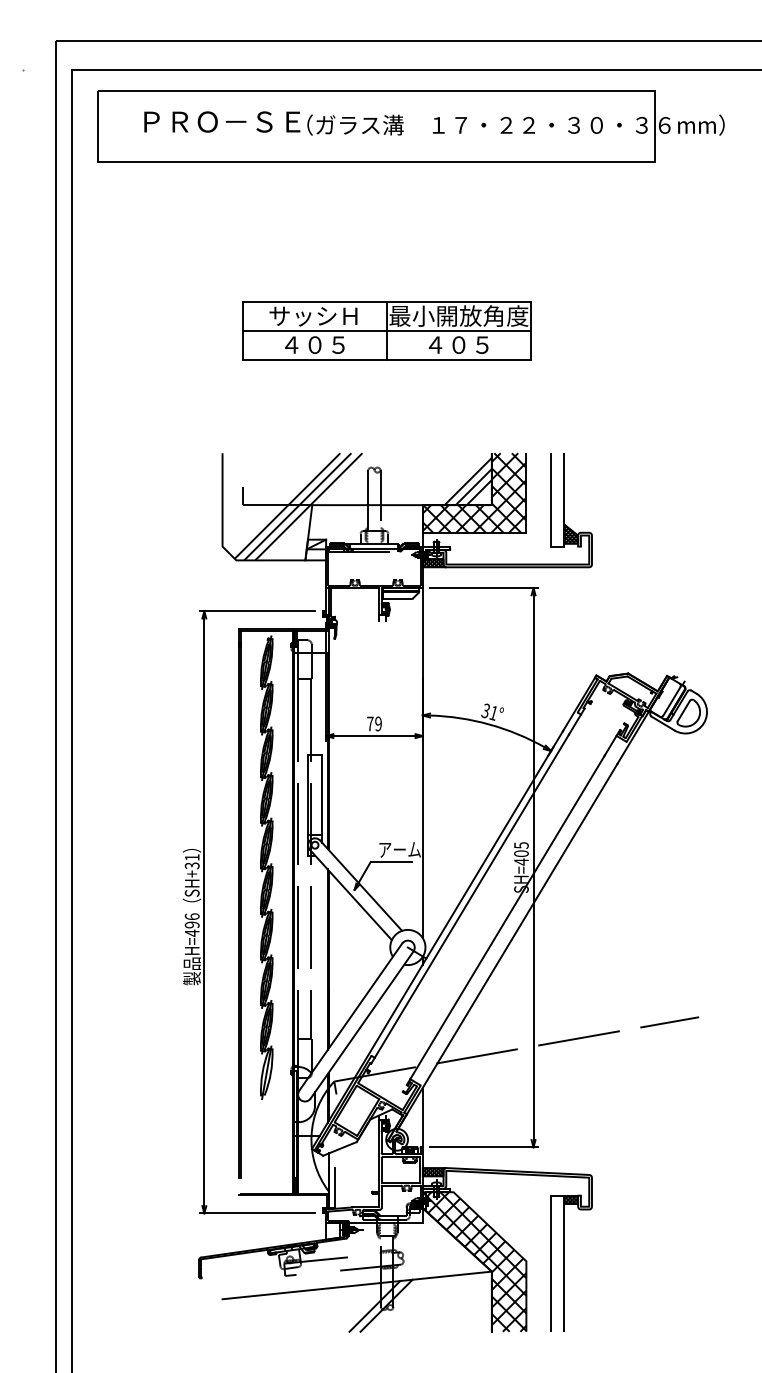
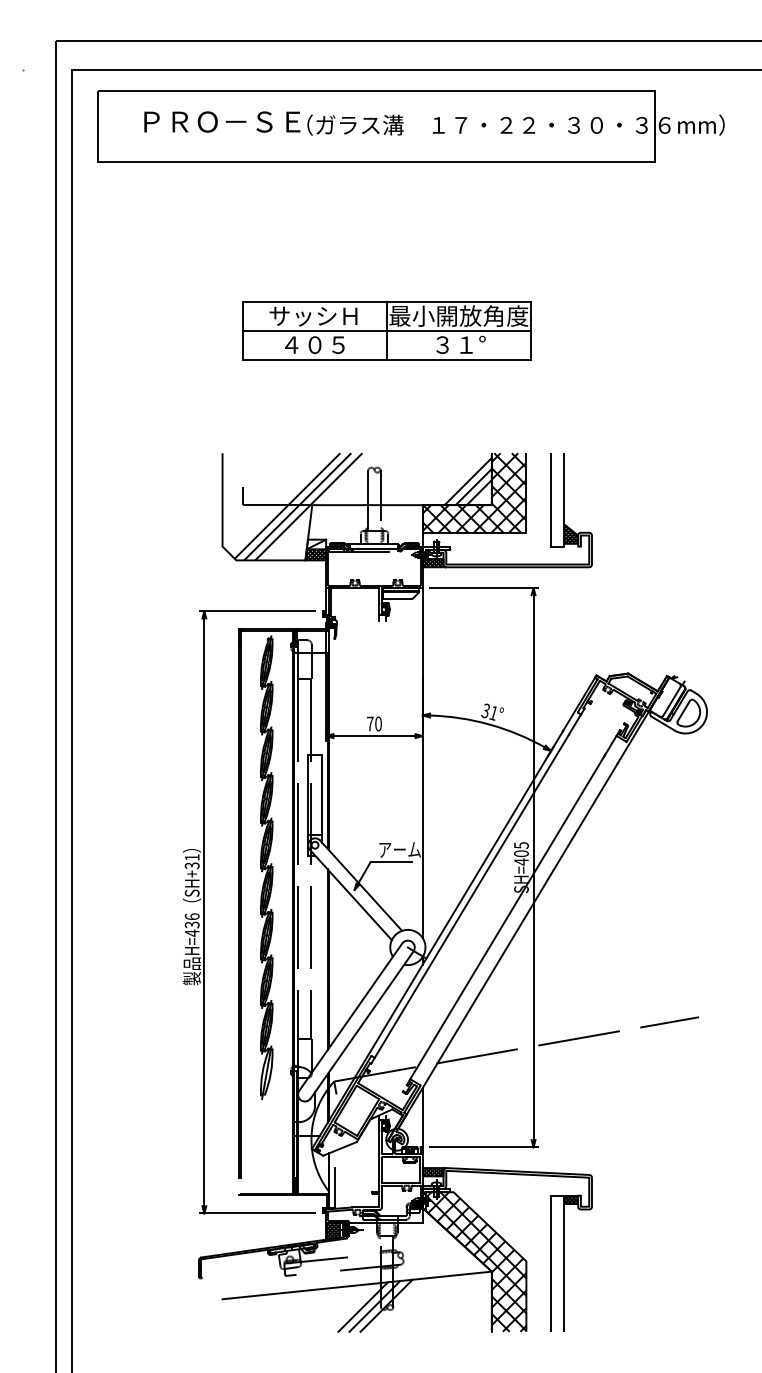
text at (458, 344): ４０５ -> ３１°
hatch at (315, 554): none -> present
text at (378, 723): 79 -> 70
text at (192, 924): H=496 -> H=436
hatch at (332, 1231): none -> present
line at (362, 1306): none -> present
